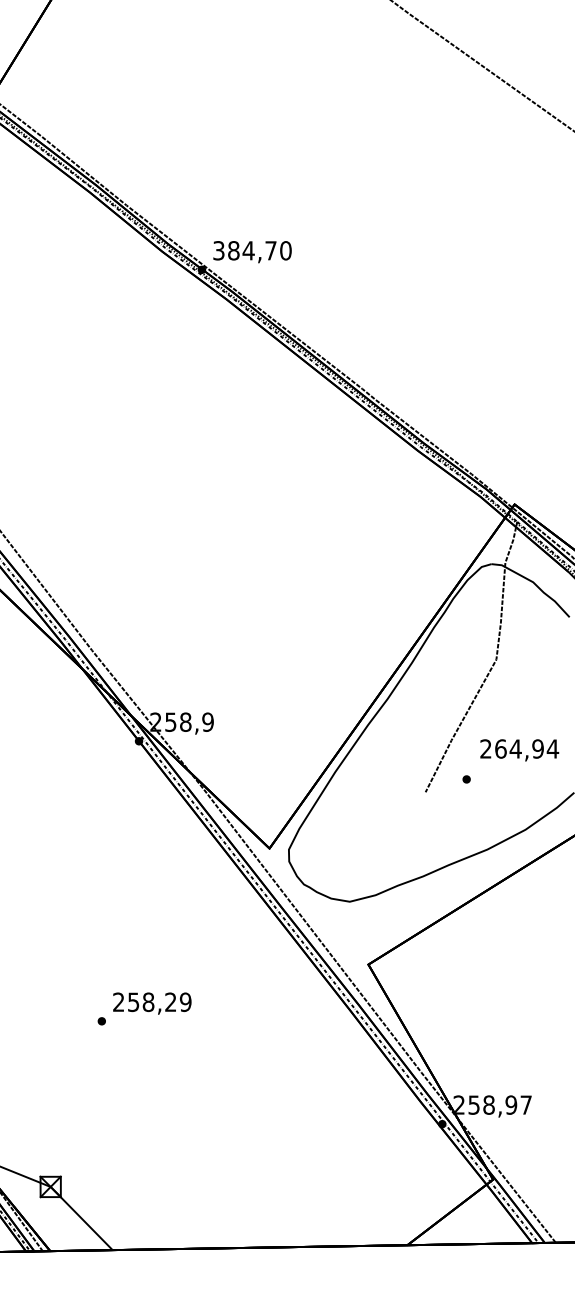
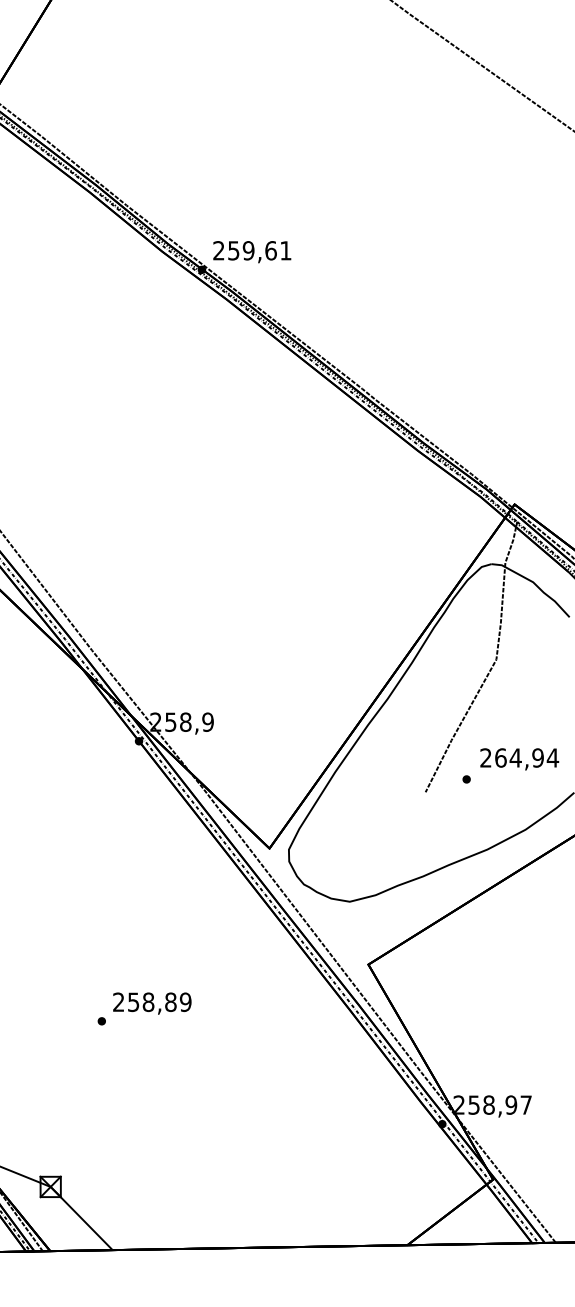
text at (252, 250): 384,70 -> 259,61
text at (519, 750) position: (519, 750) -> (519, 759)
text at (170, 1002): 258,29 -> 258,89
